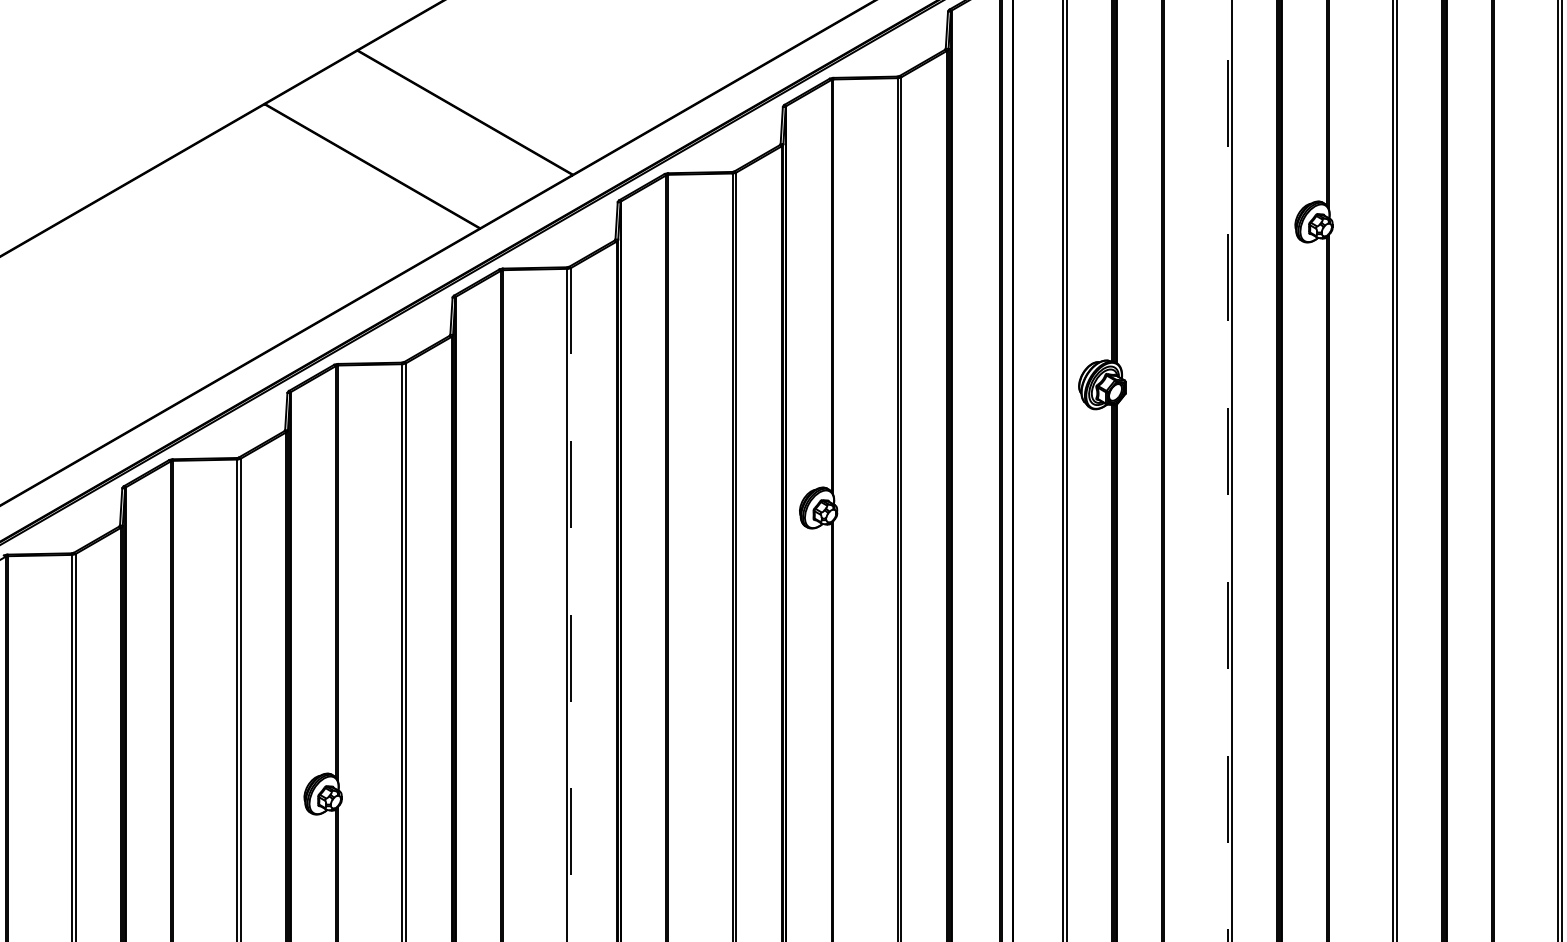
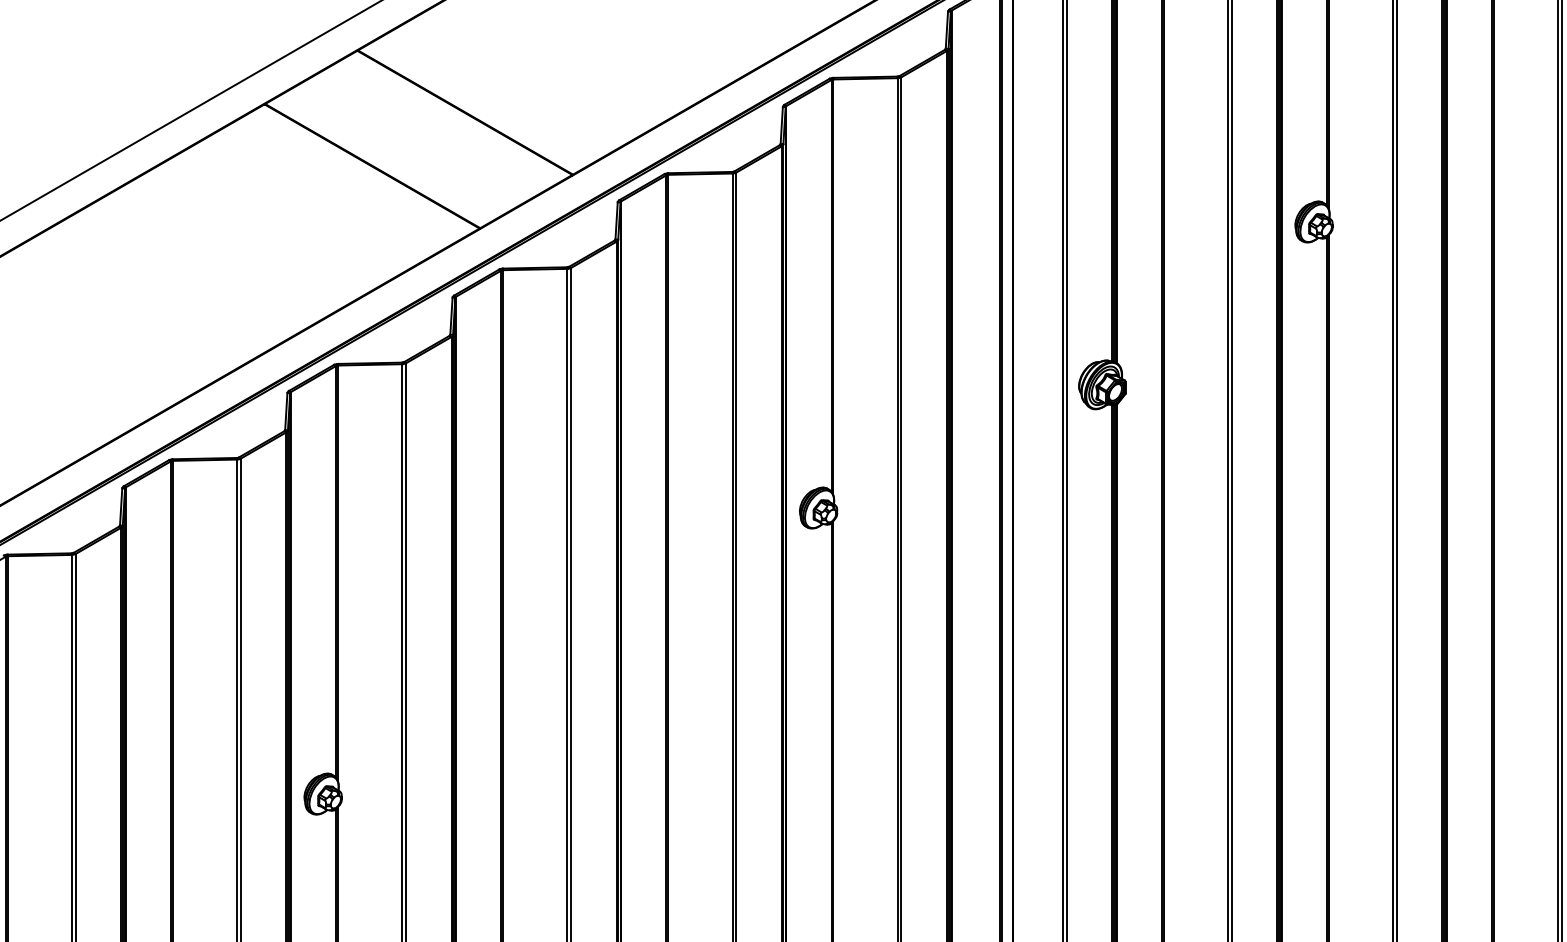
line at (190, 110): none -> present
line at (1227, 470): dashed -> solid
line at (571, 604): dashed -> solid
